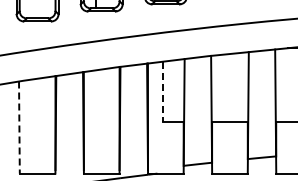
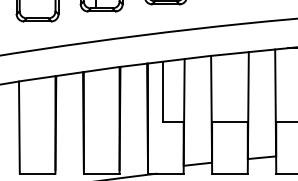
line at (163, 92): dashed -> solid
line at (19, 128): dashed -> solid
